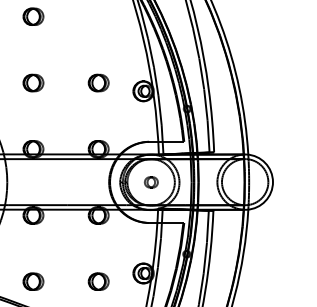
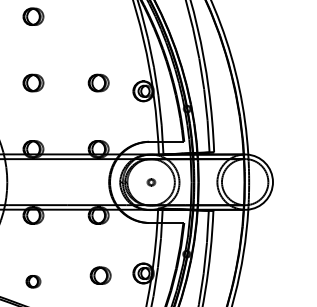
part at (151, 182) size: 15x13 px -> 11x9 px
part at (33, 281) size: 23x19 px -> 17x14 px
part at (98, 281) position: (98, 281) -> (100, 275)
